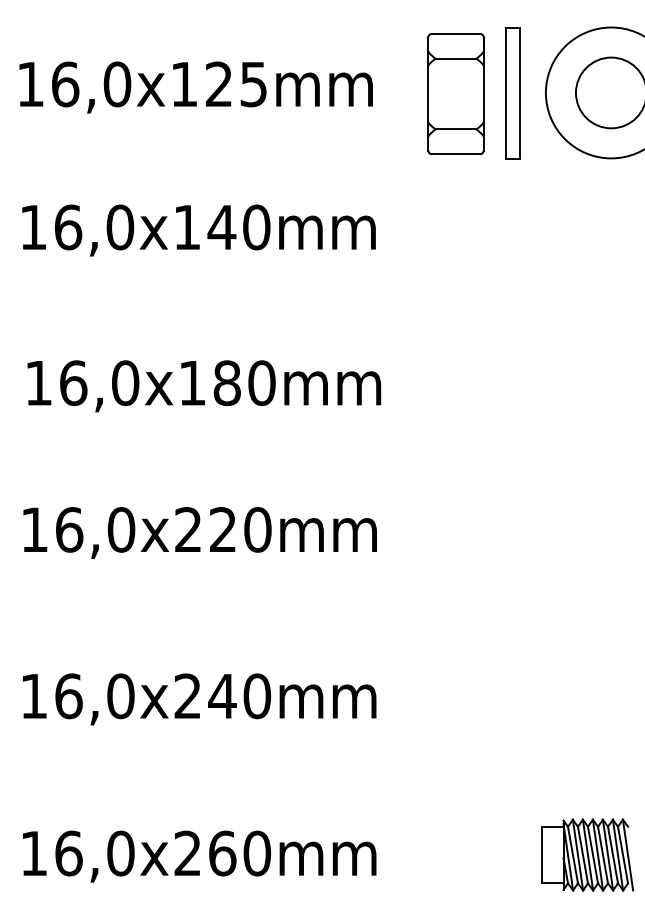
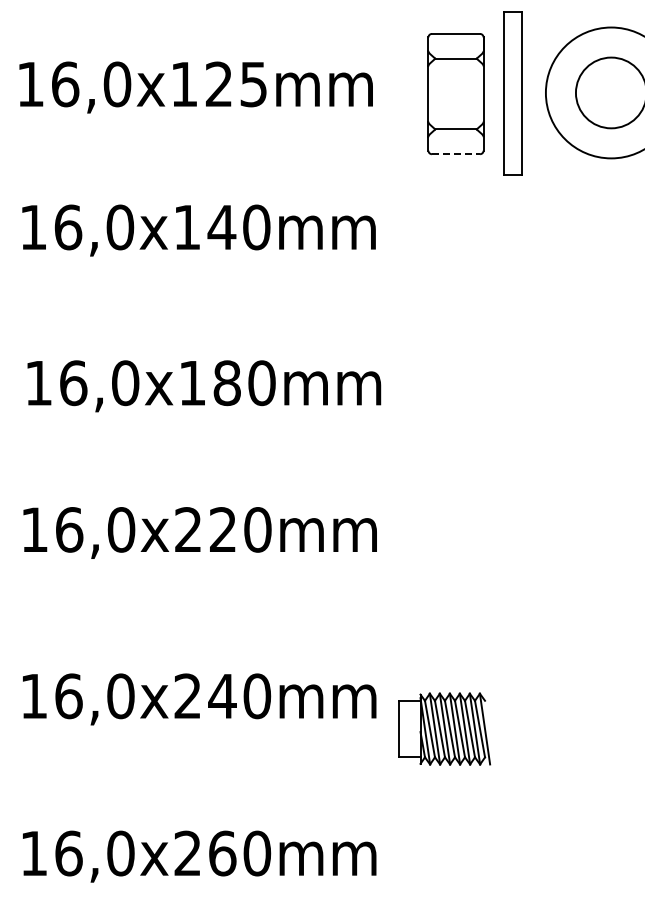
part at (512, 93) size: 16x133 px -> 20x165 px
line at (456, 154): solid -> dashed
part at (587, 854) position: (587, 854) -> (444, 728)
